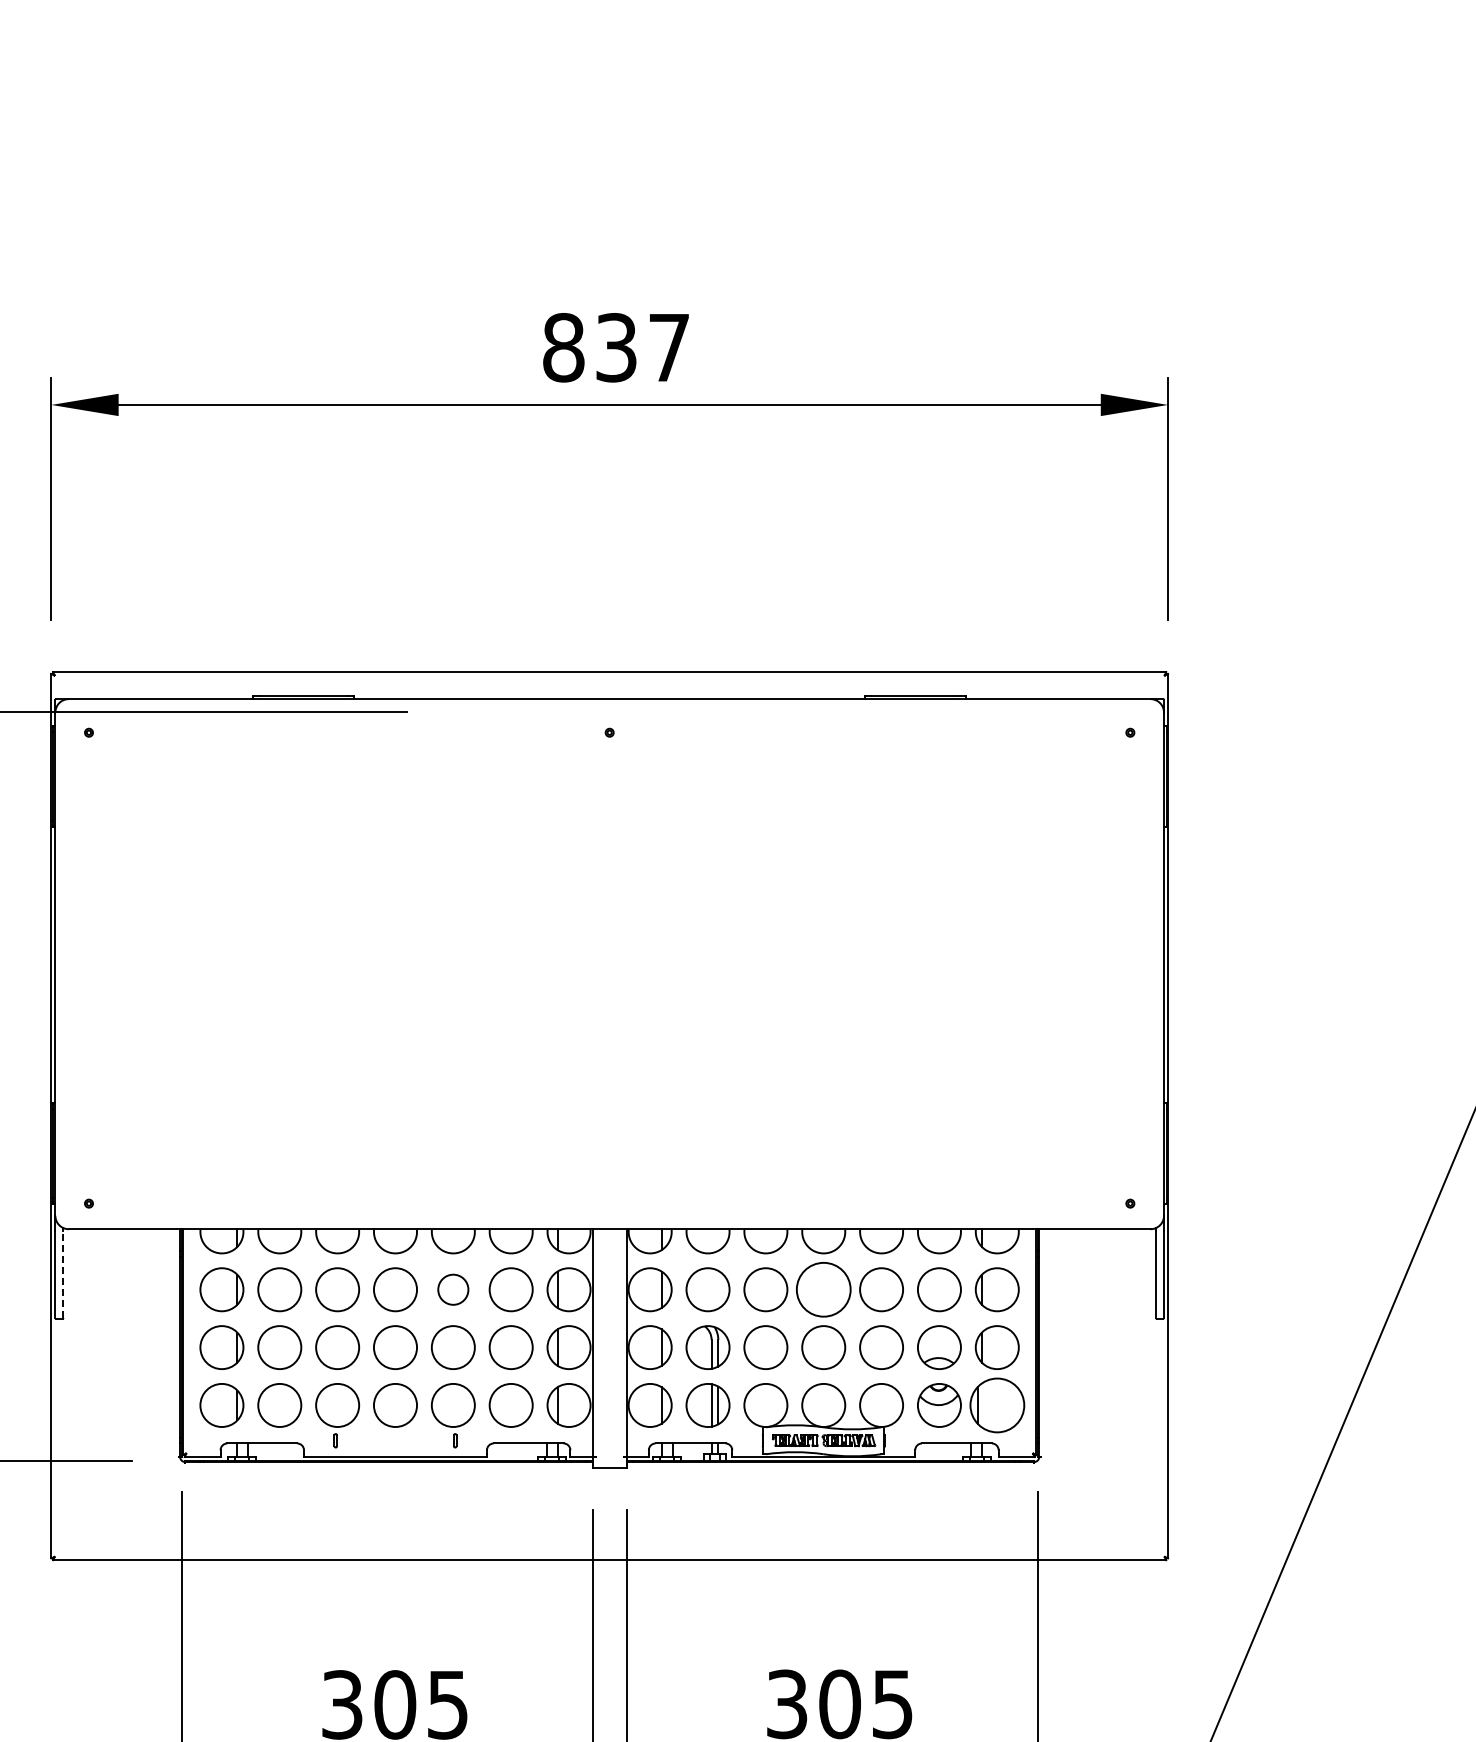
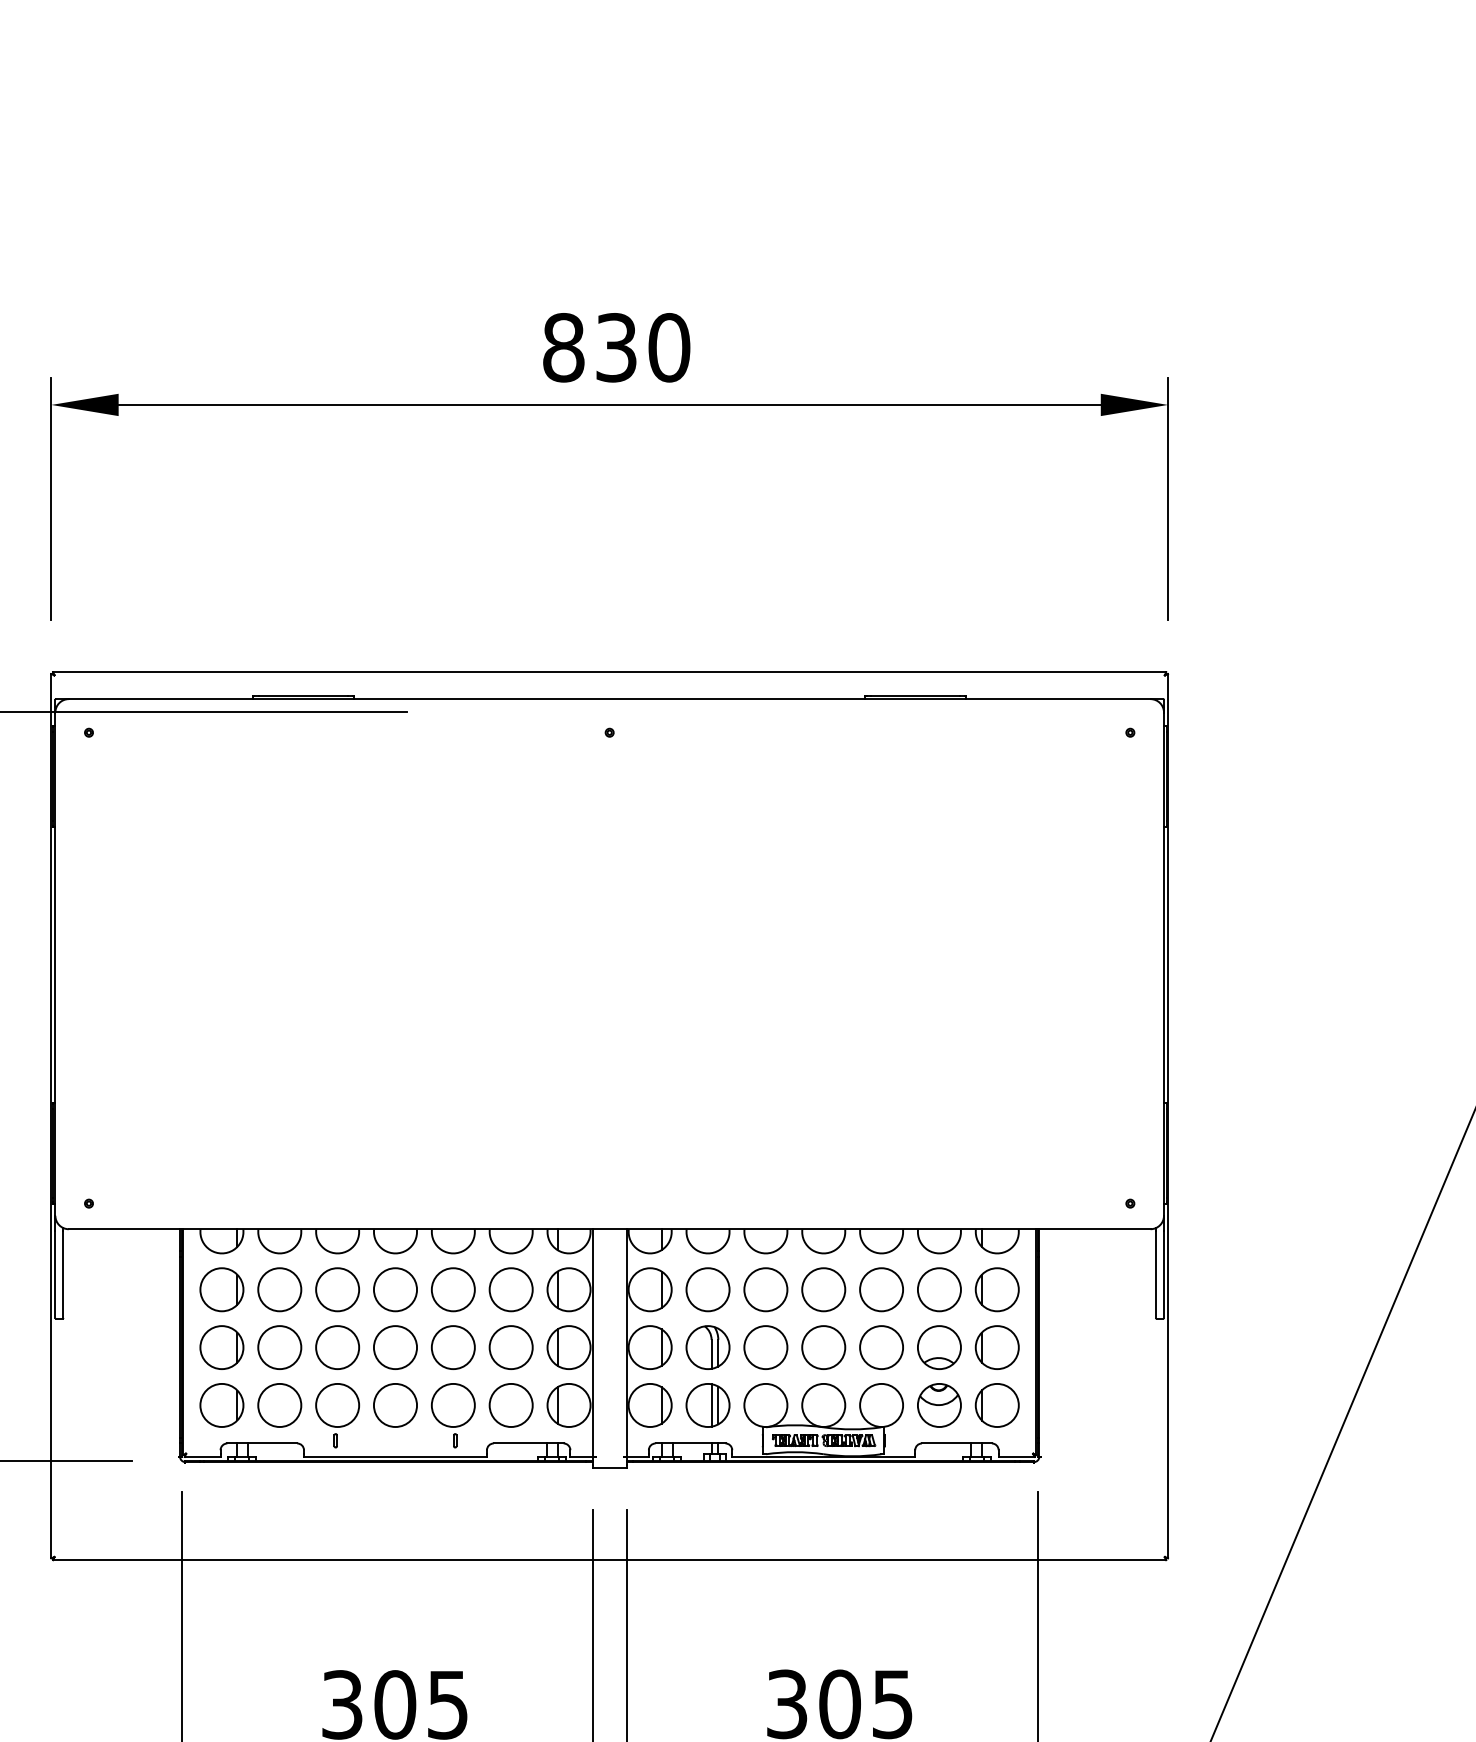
text at (669, 347): 837 -> 830
line at (63, 1274): dashed -> solid
circle at (453, 1289) diameter: 30 px -> 43 px
circle at (823, 1289) diameter: 54 px -> 43 px
part at (997, 1405) size: 57x57 px -> 46x45 px
